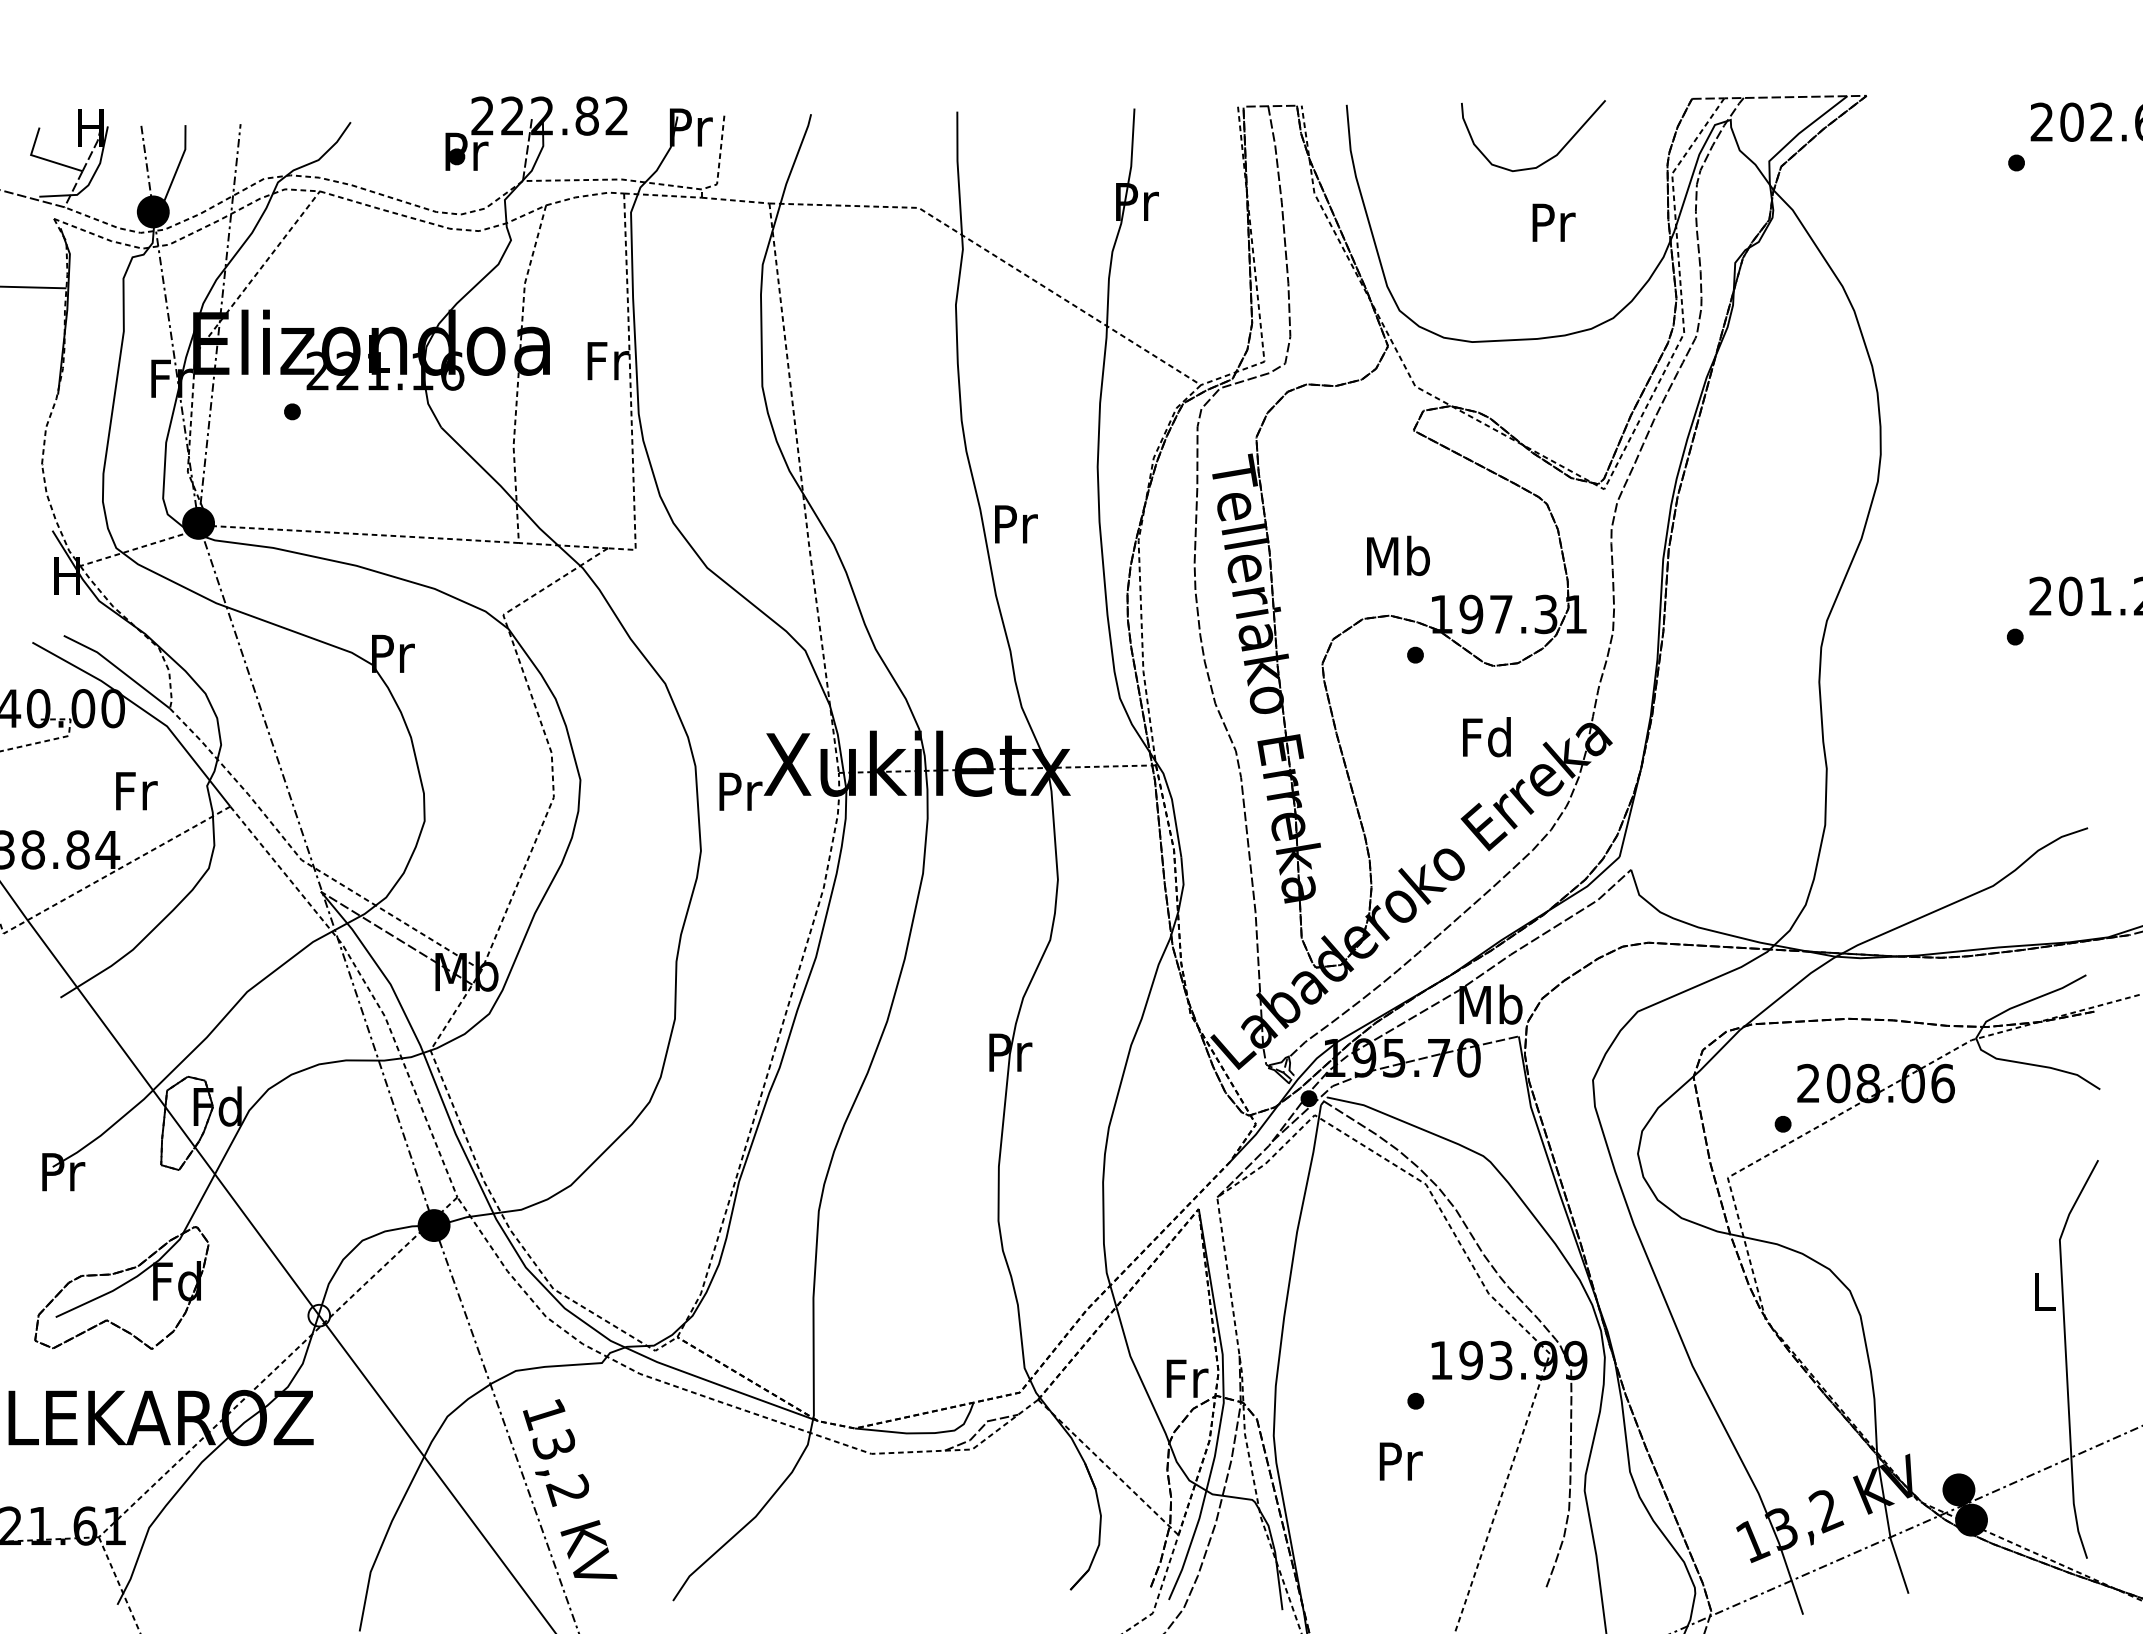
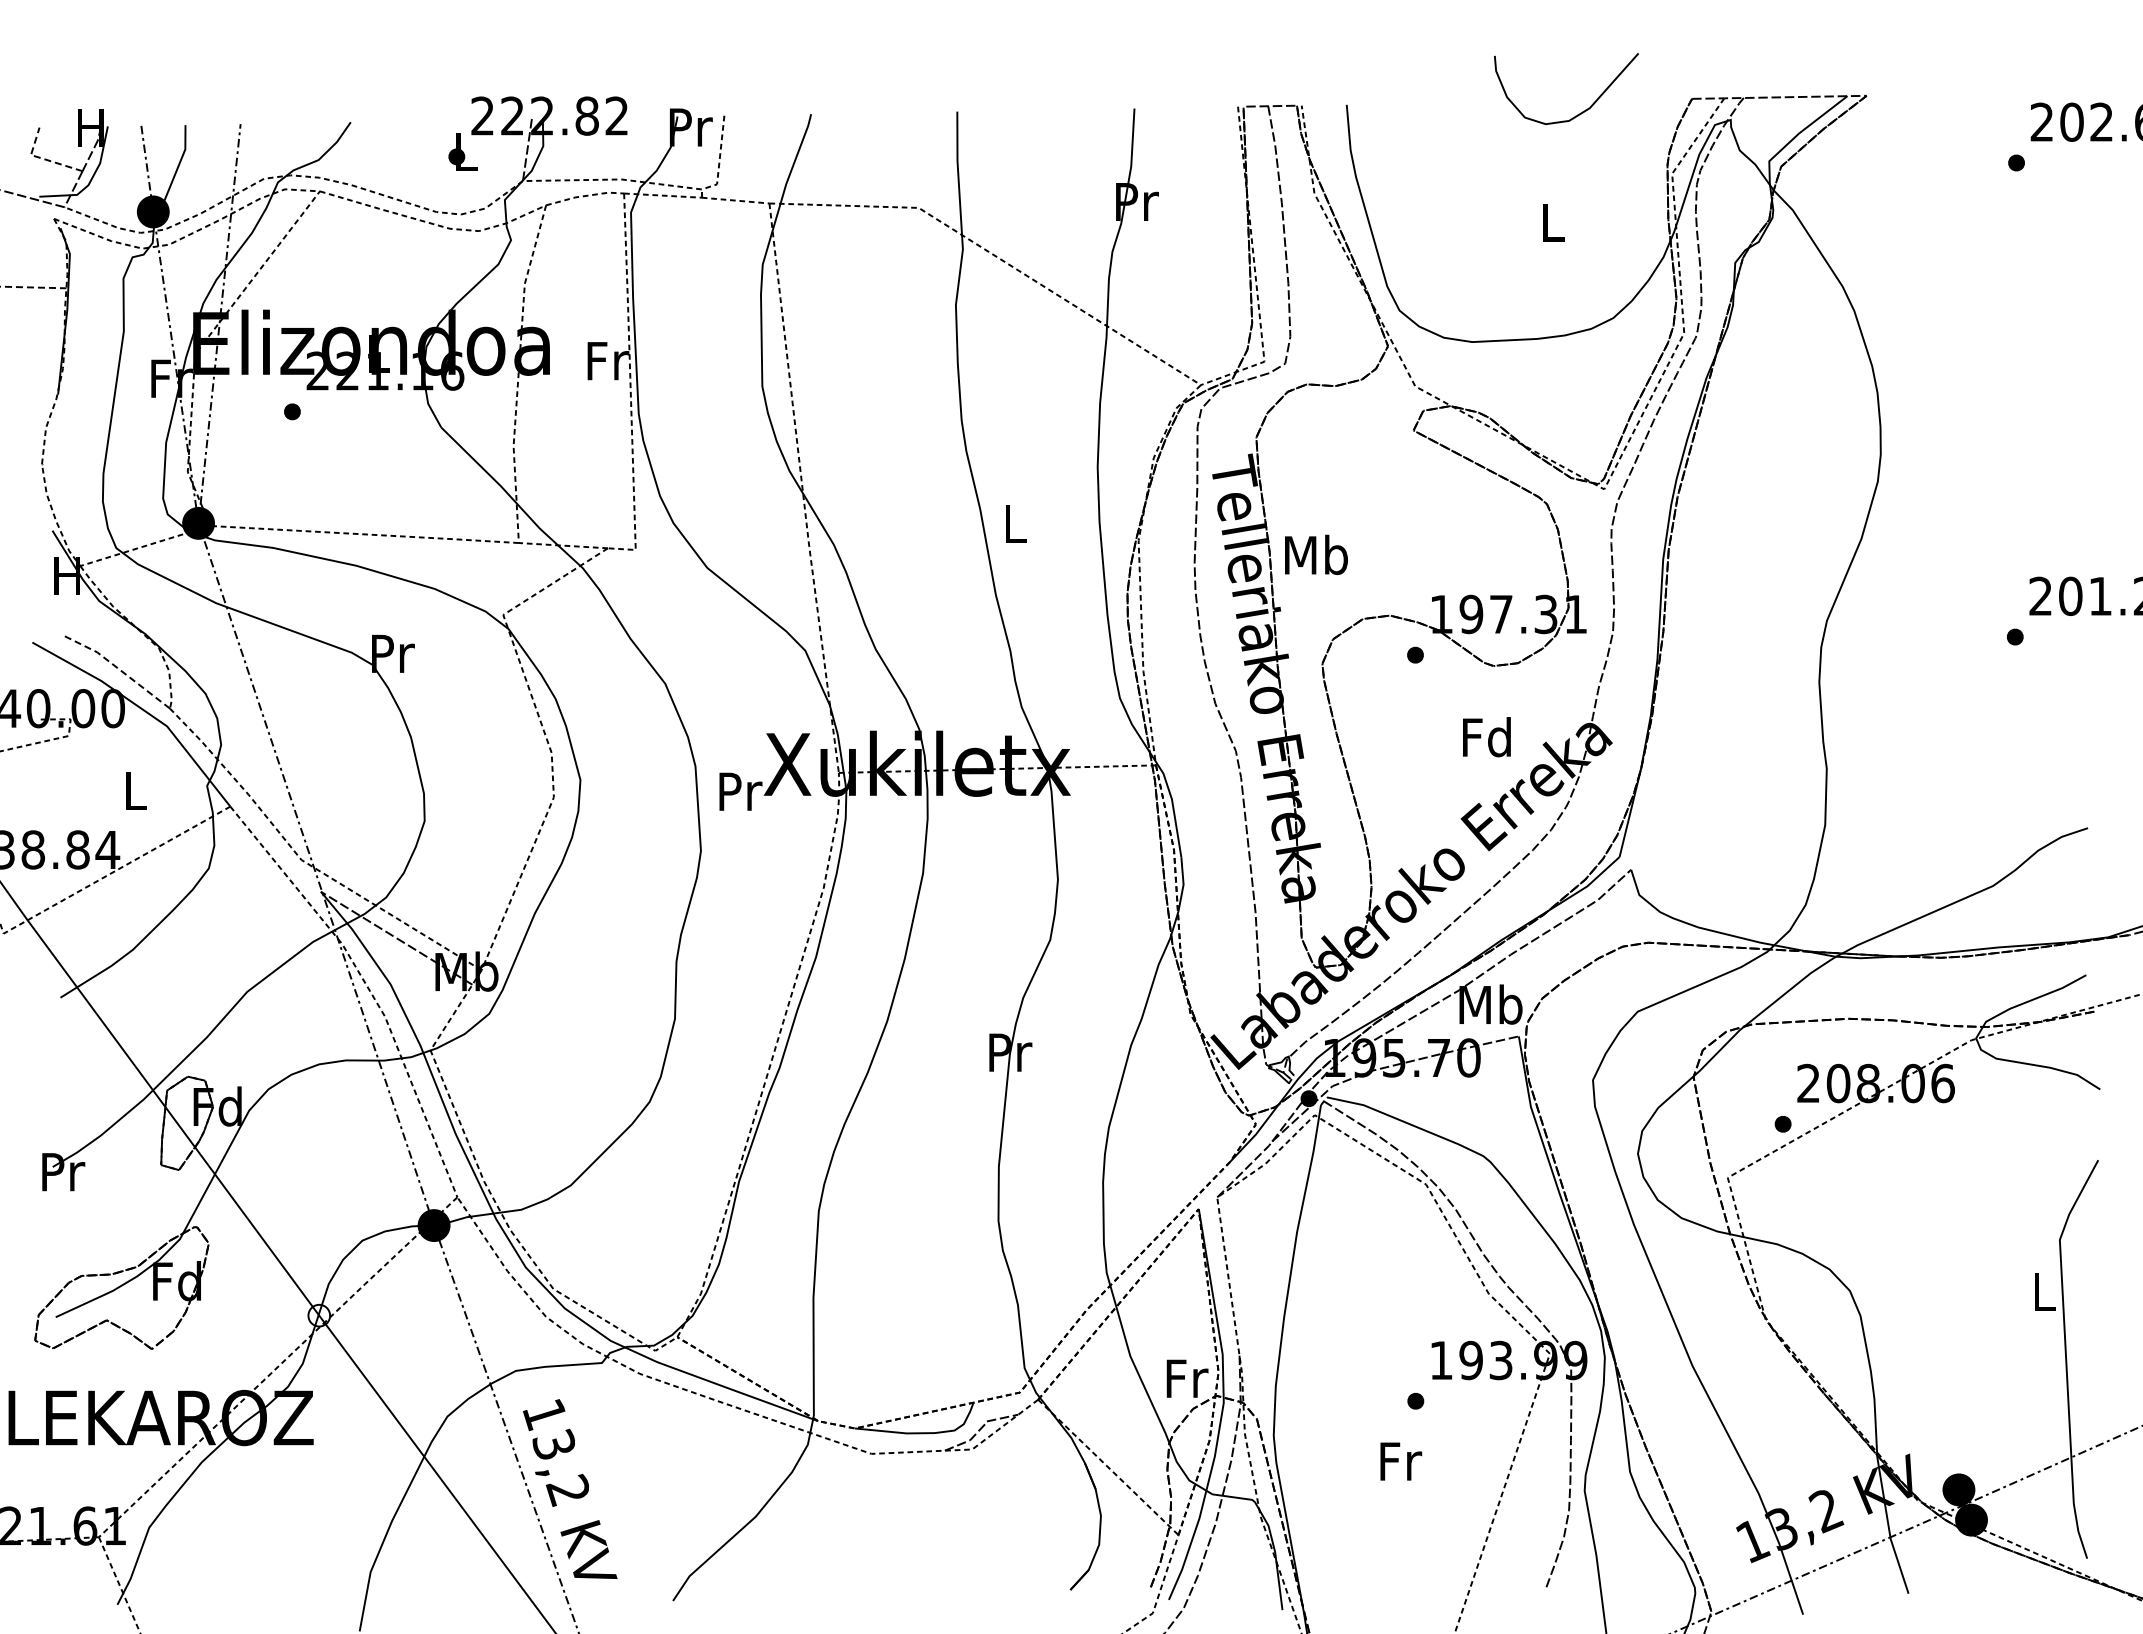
text at (466, 151): Pr -> L
line at (42, 158): solid -> dashed
curve at (1547, 159) position: (1547, 159) -> (1580, 112)
text at (1553, 222): Pr -> L
line at (33, 287): solid -> dashed
text at (1016, 524): Pr -> L
text at (1398, 555) position: (1398, 555) -> (1316, 554)
line at (117, 668): solid -> dashed
text at (136, 791): Fr -> L
text at (1400, 1461): Pr -> Fr
